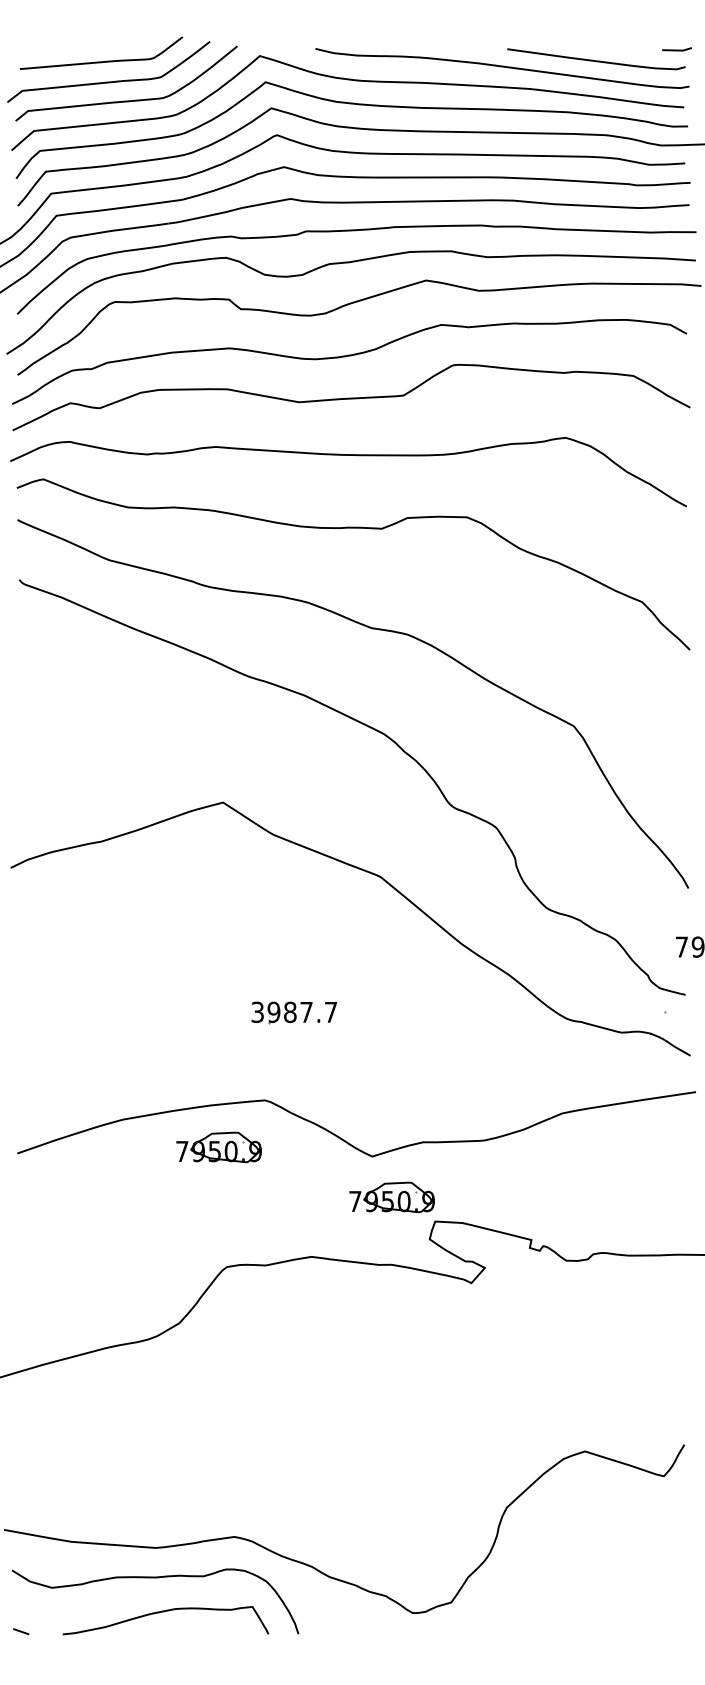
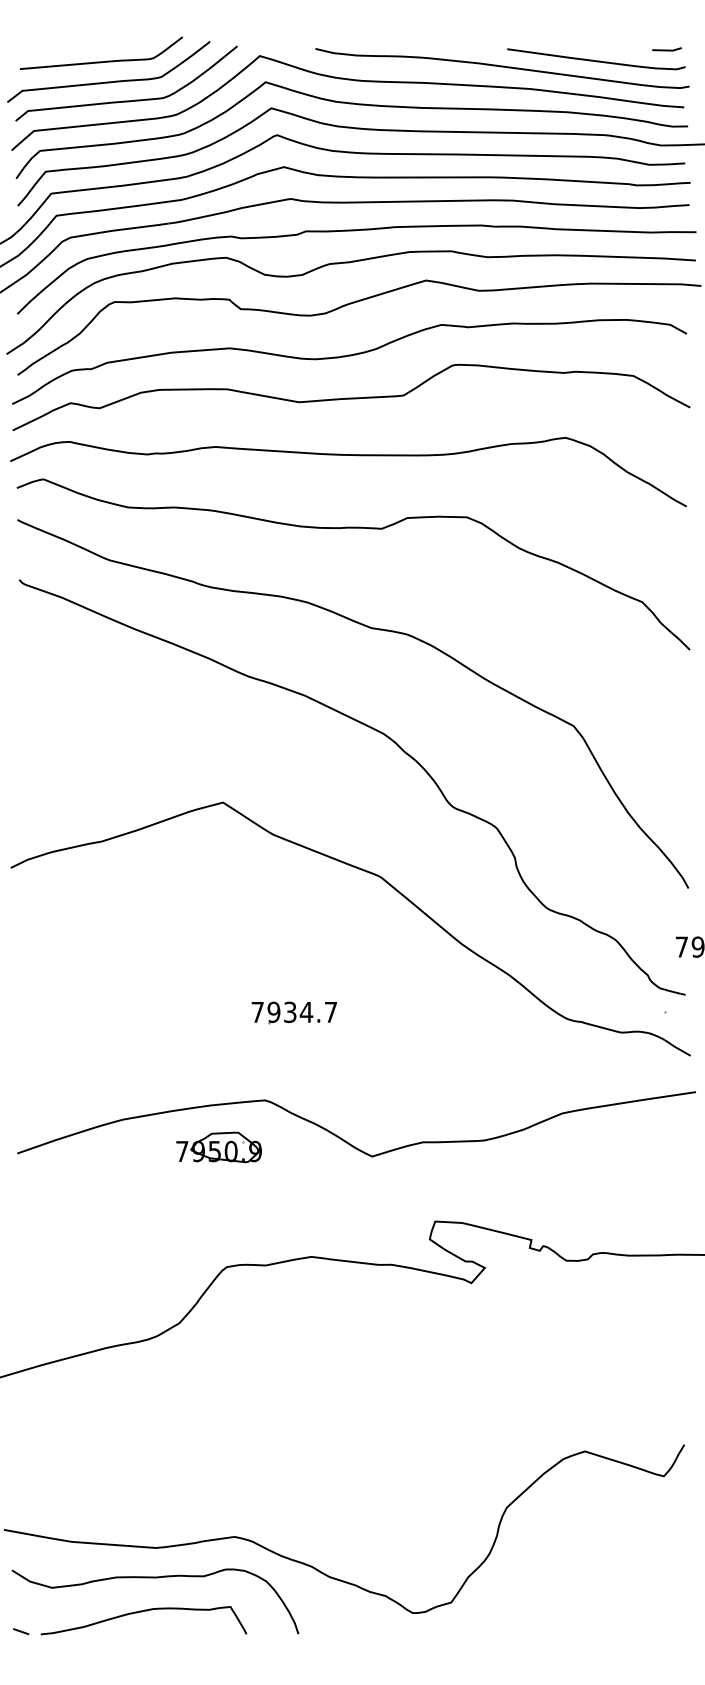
line at (676, 49) position: (676, 49) -> (666, 49)
text at (282, 1012): 3987.7 -> 7934.7
part at (391, 1197): present -> none
curve at (164, 1612) position: (164, 1612) -> (142, 1612)
